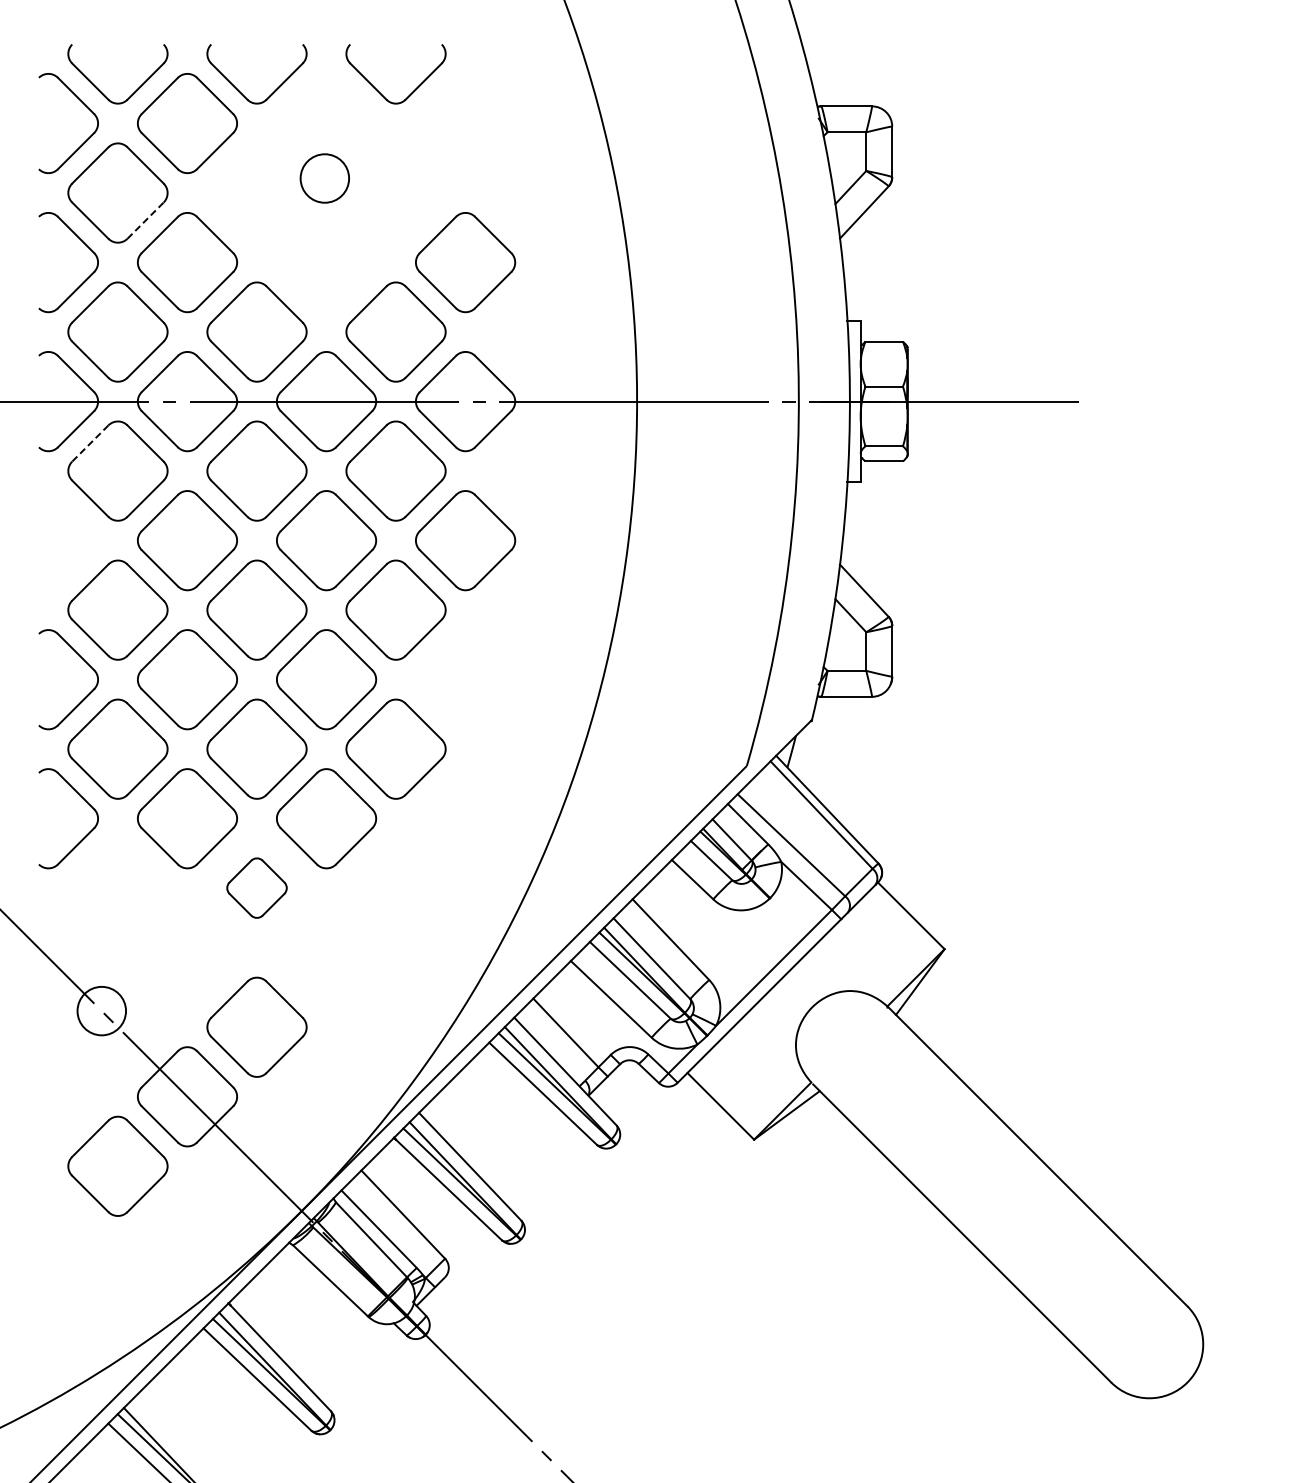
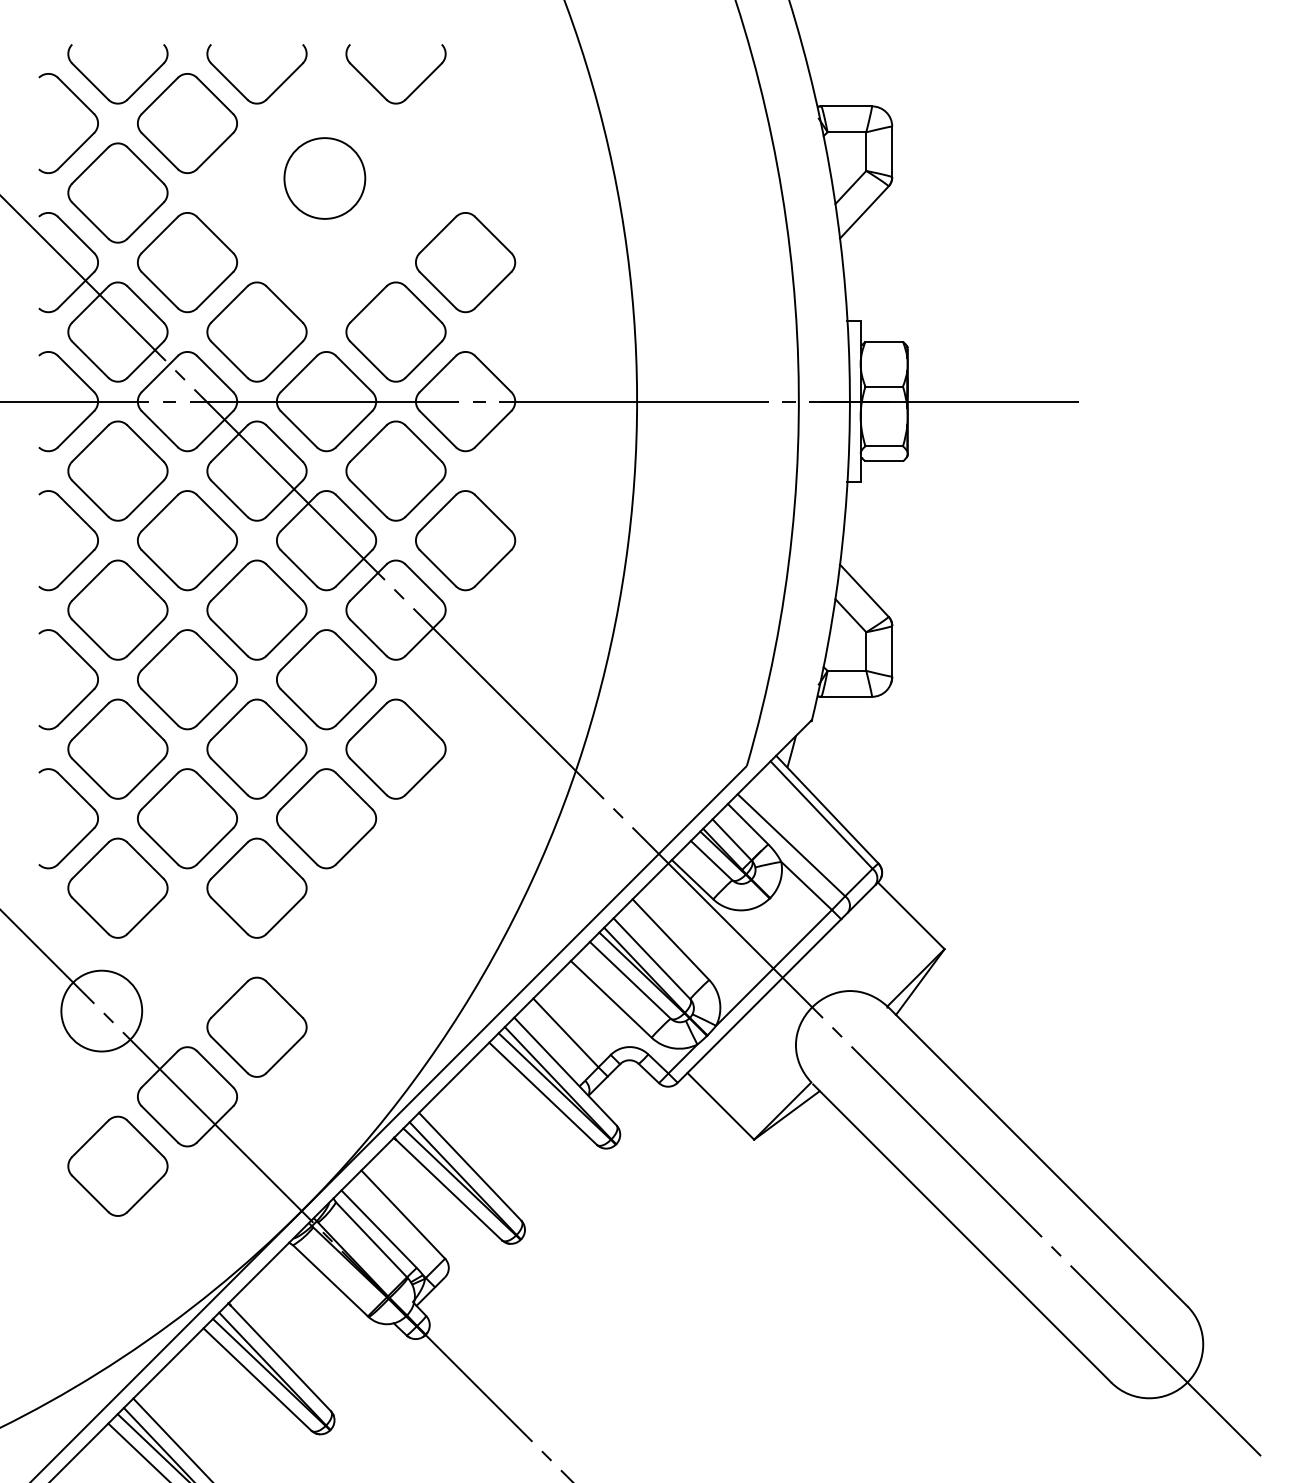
circle at (324, 178) diameter: 48 px -> 81 px
line at (145, 220): dashed -> solid
line at (90, 443): dashed -> solid
part at (85, 523): none -> present
line at (631, 826): none -> present
part at (117, 887): none -> present
part at (256, 887) size: 62x62 px -> 102x102 px
circle at (101, 1010) diameter: 48 px -> 81 px
line at (171, 1438): none -> present
